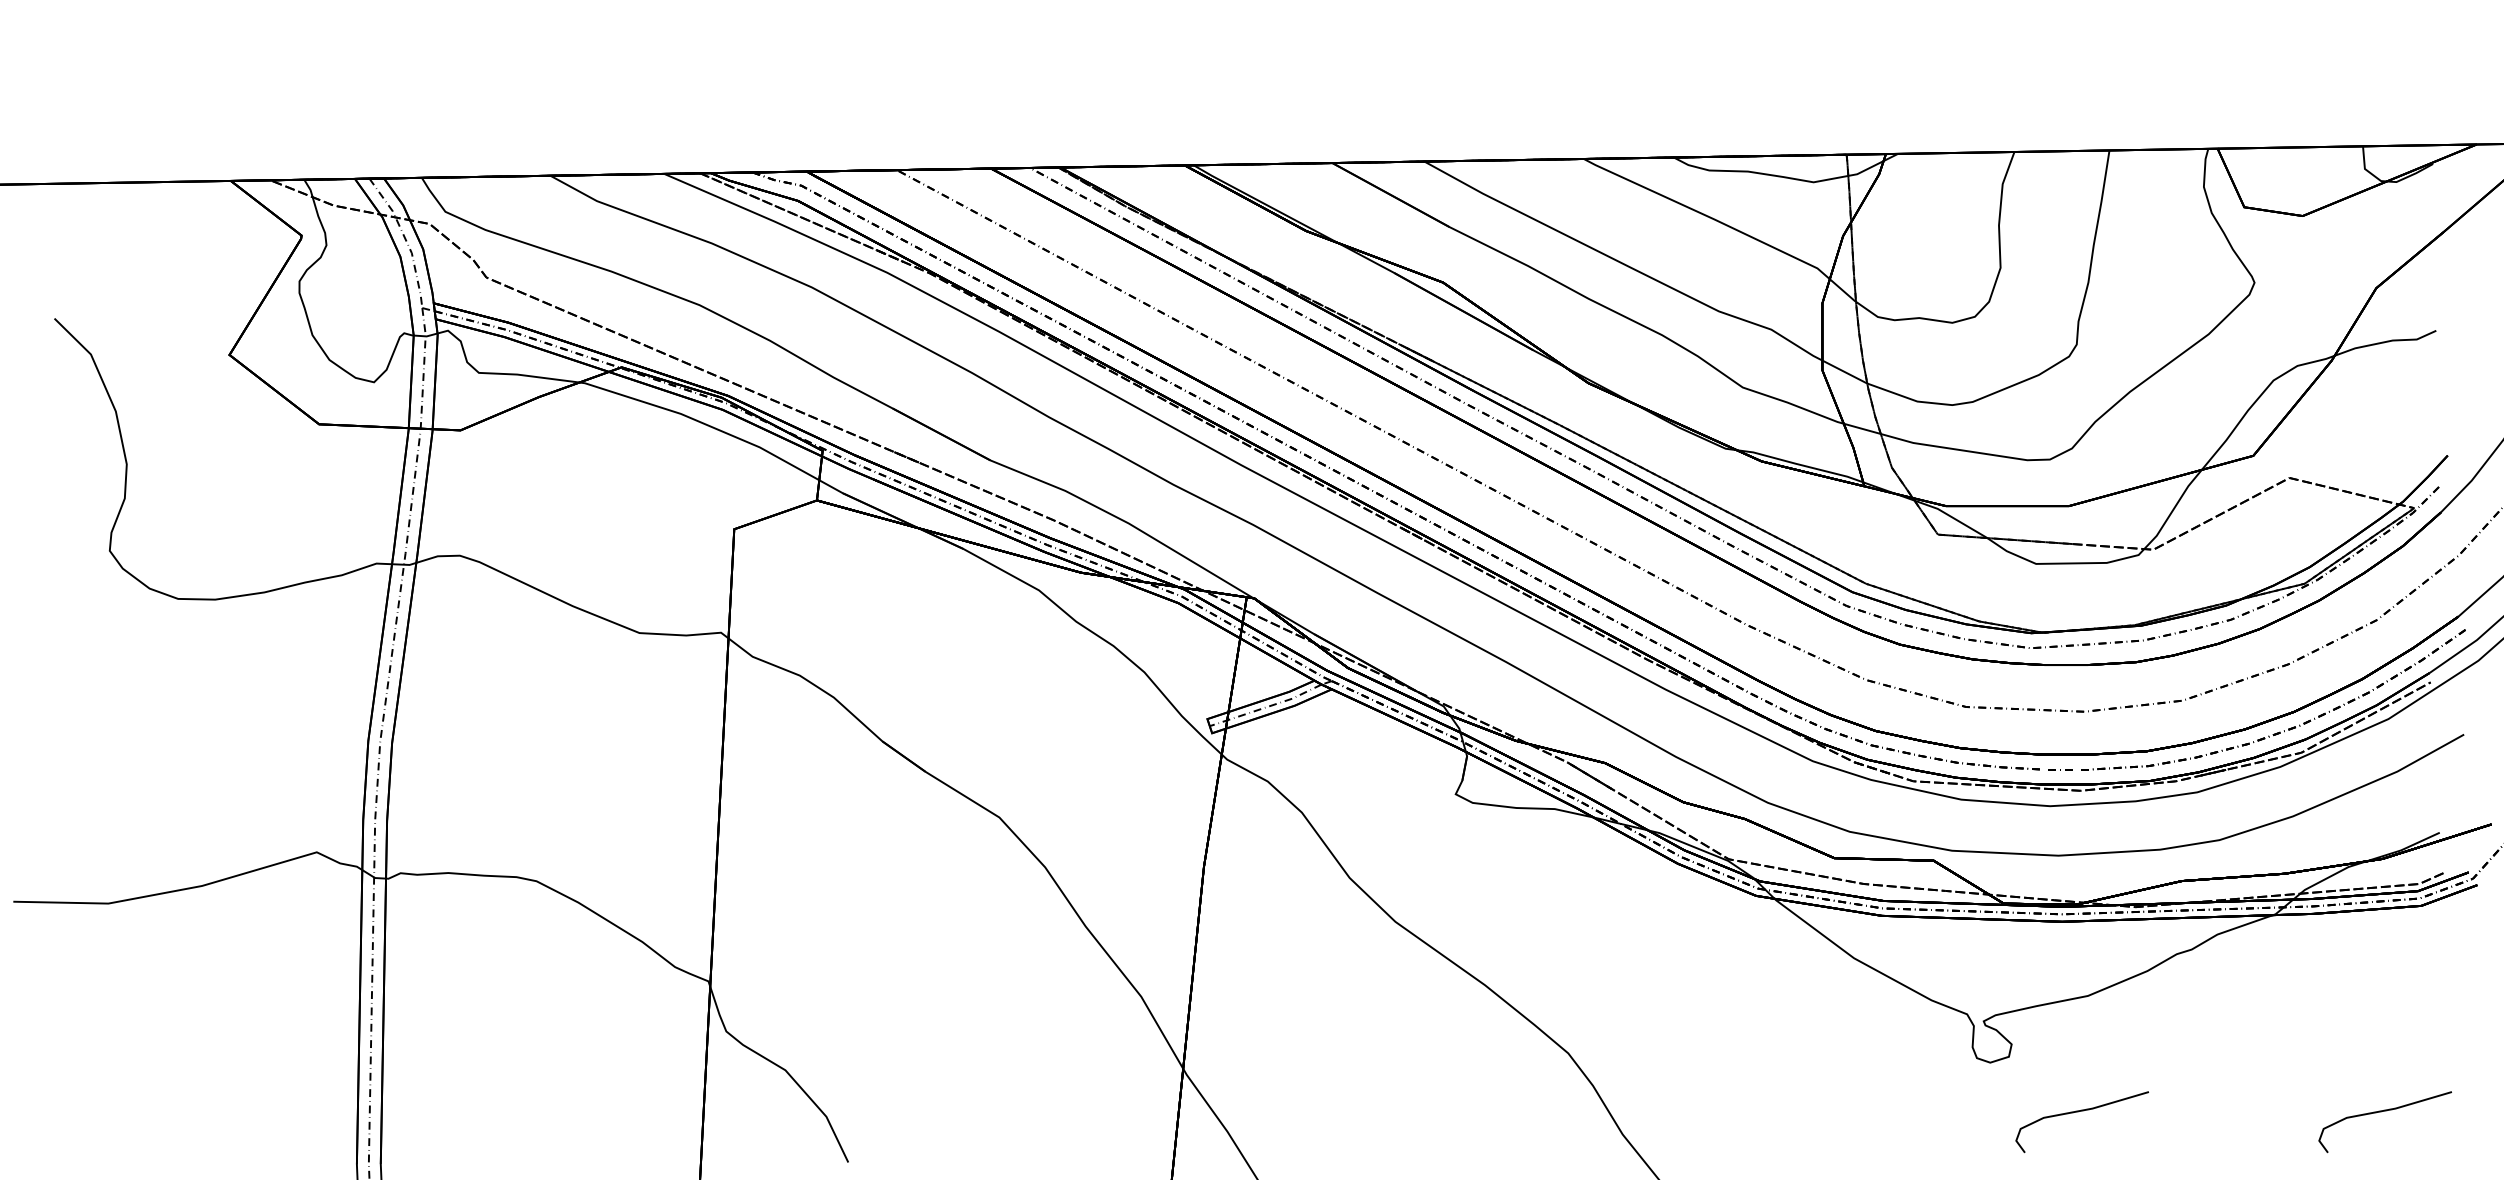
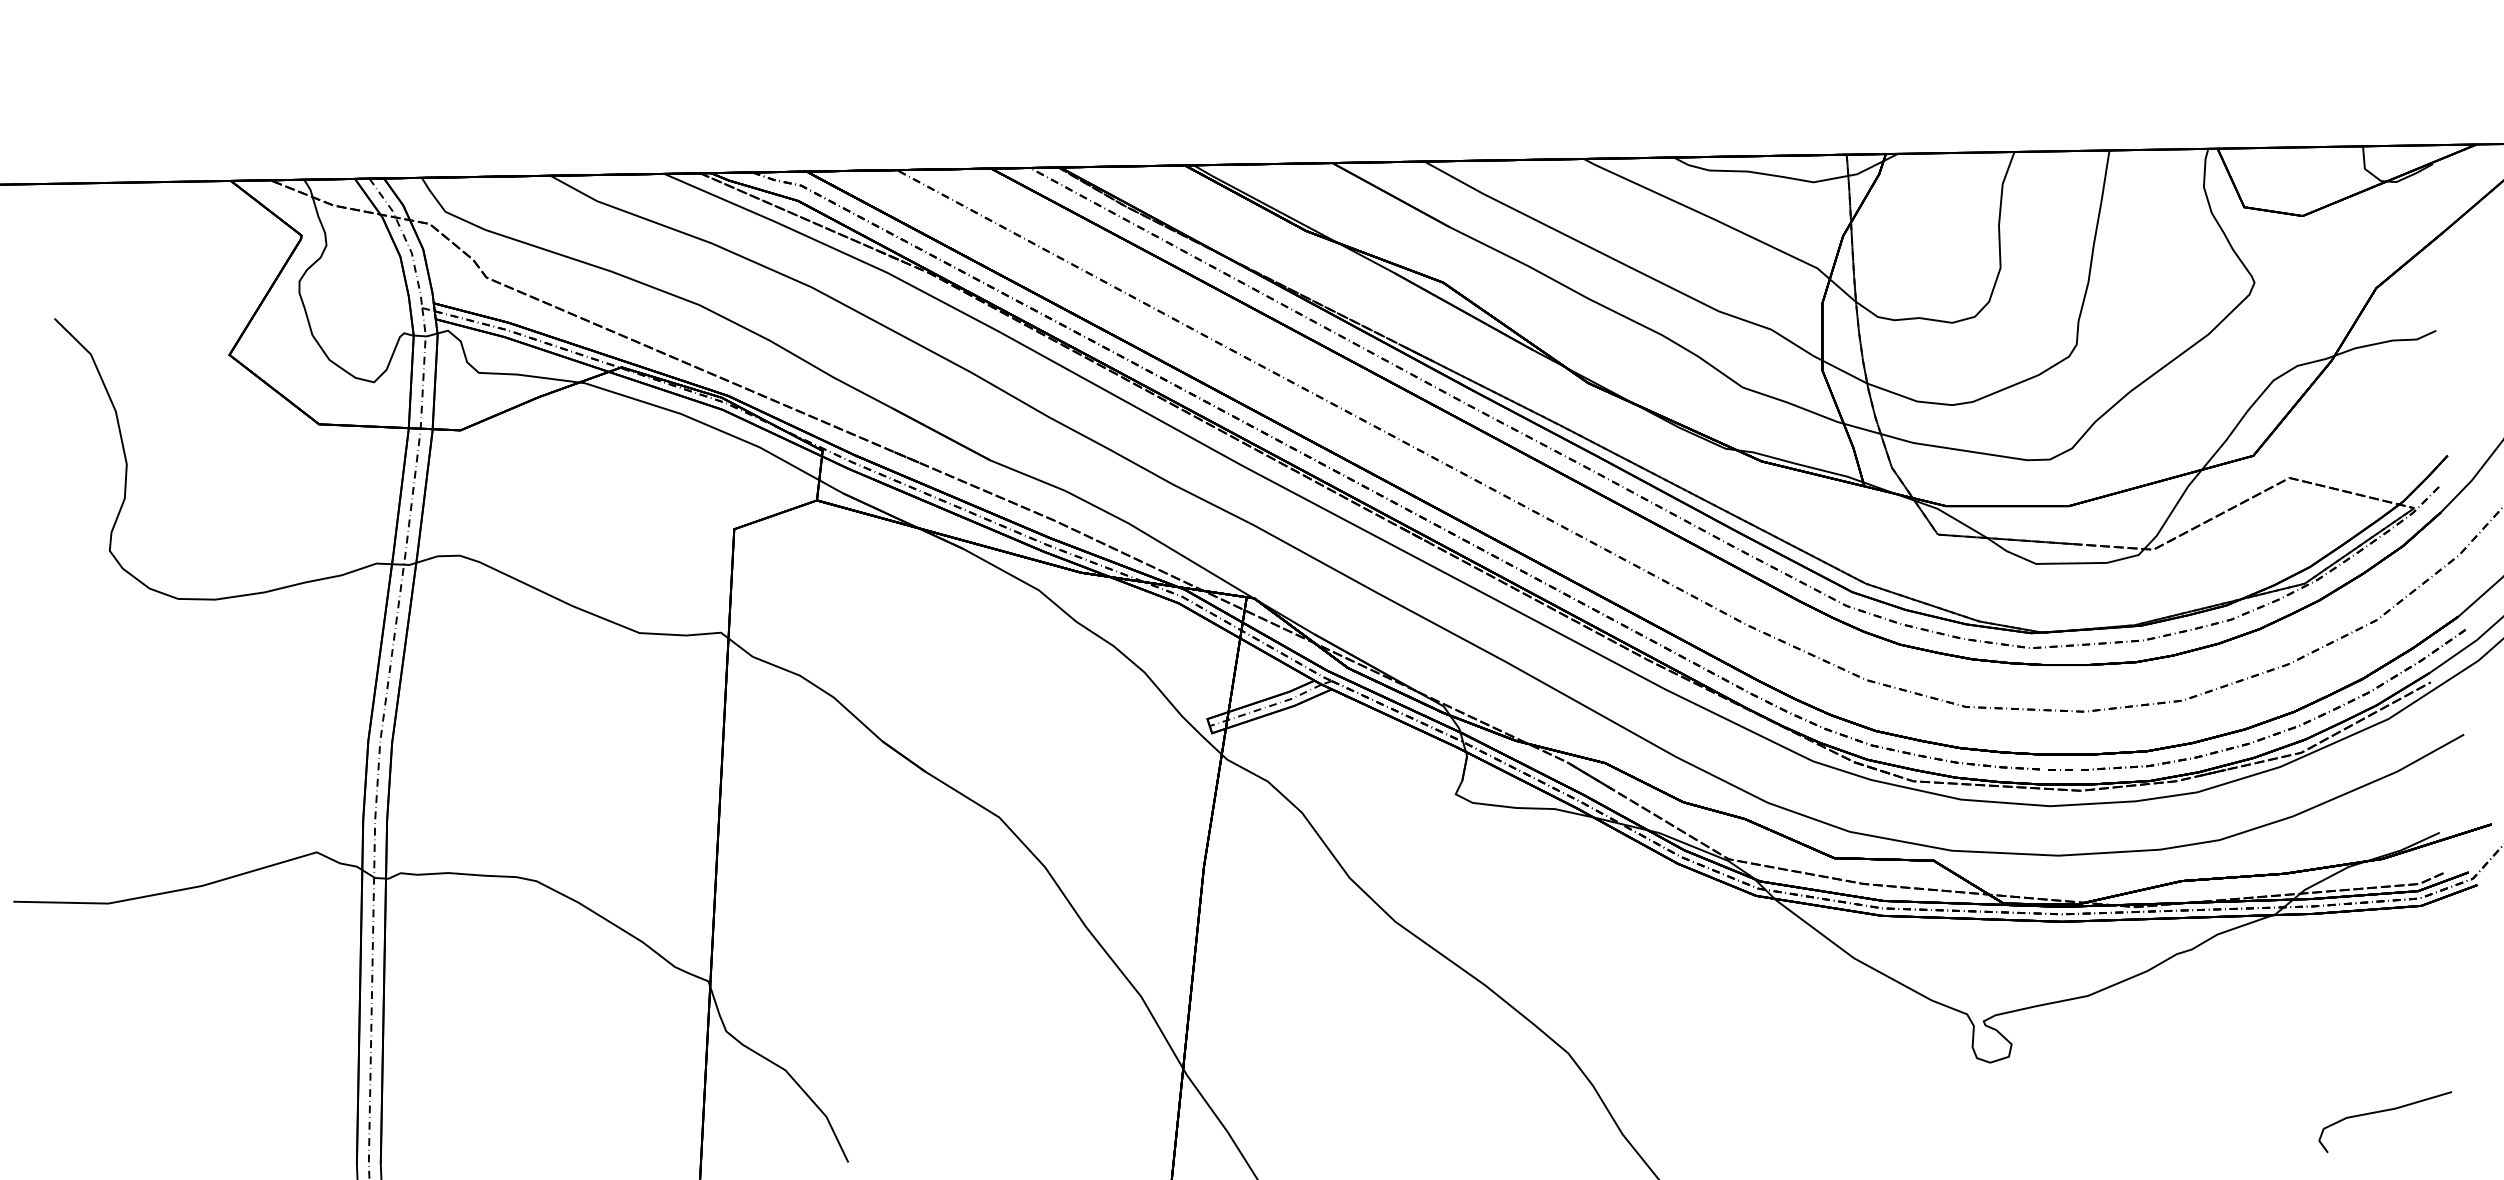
curve at (2078, 1112): present -> none
